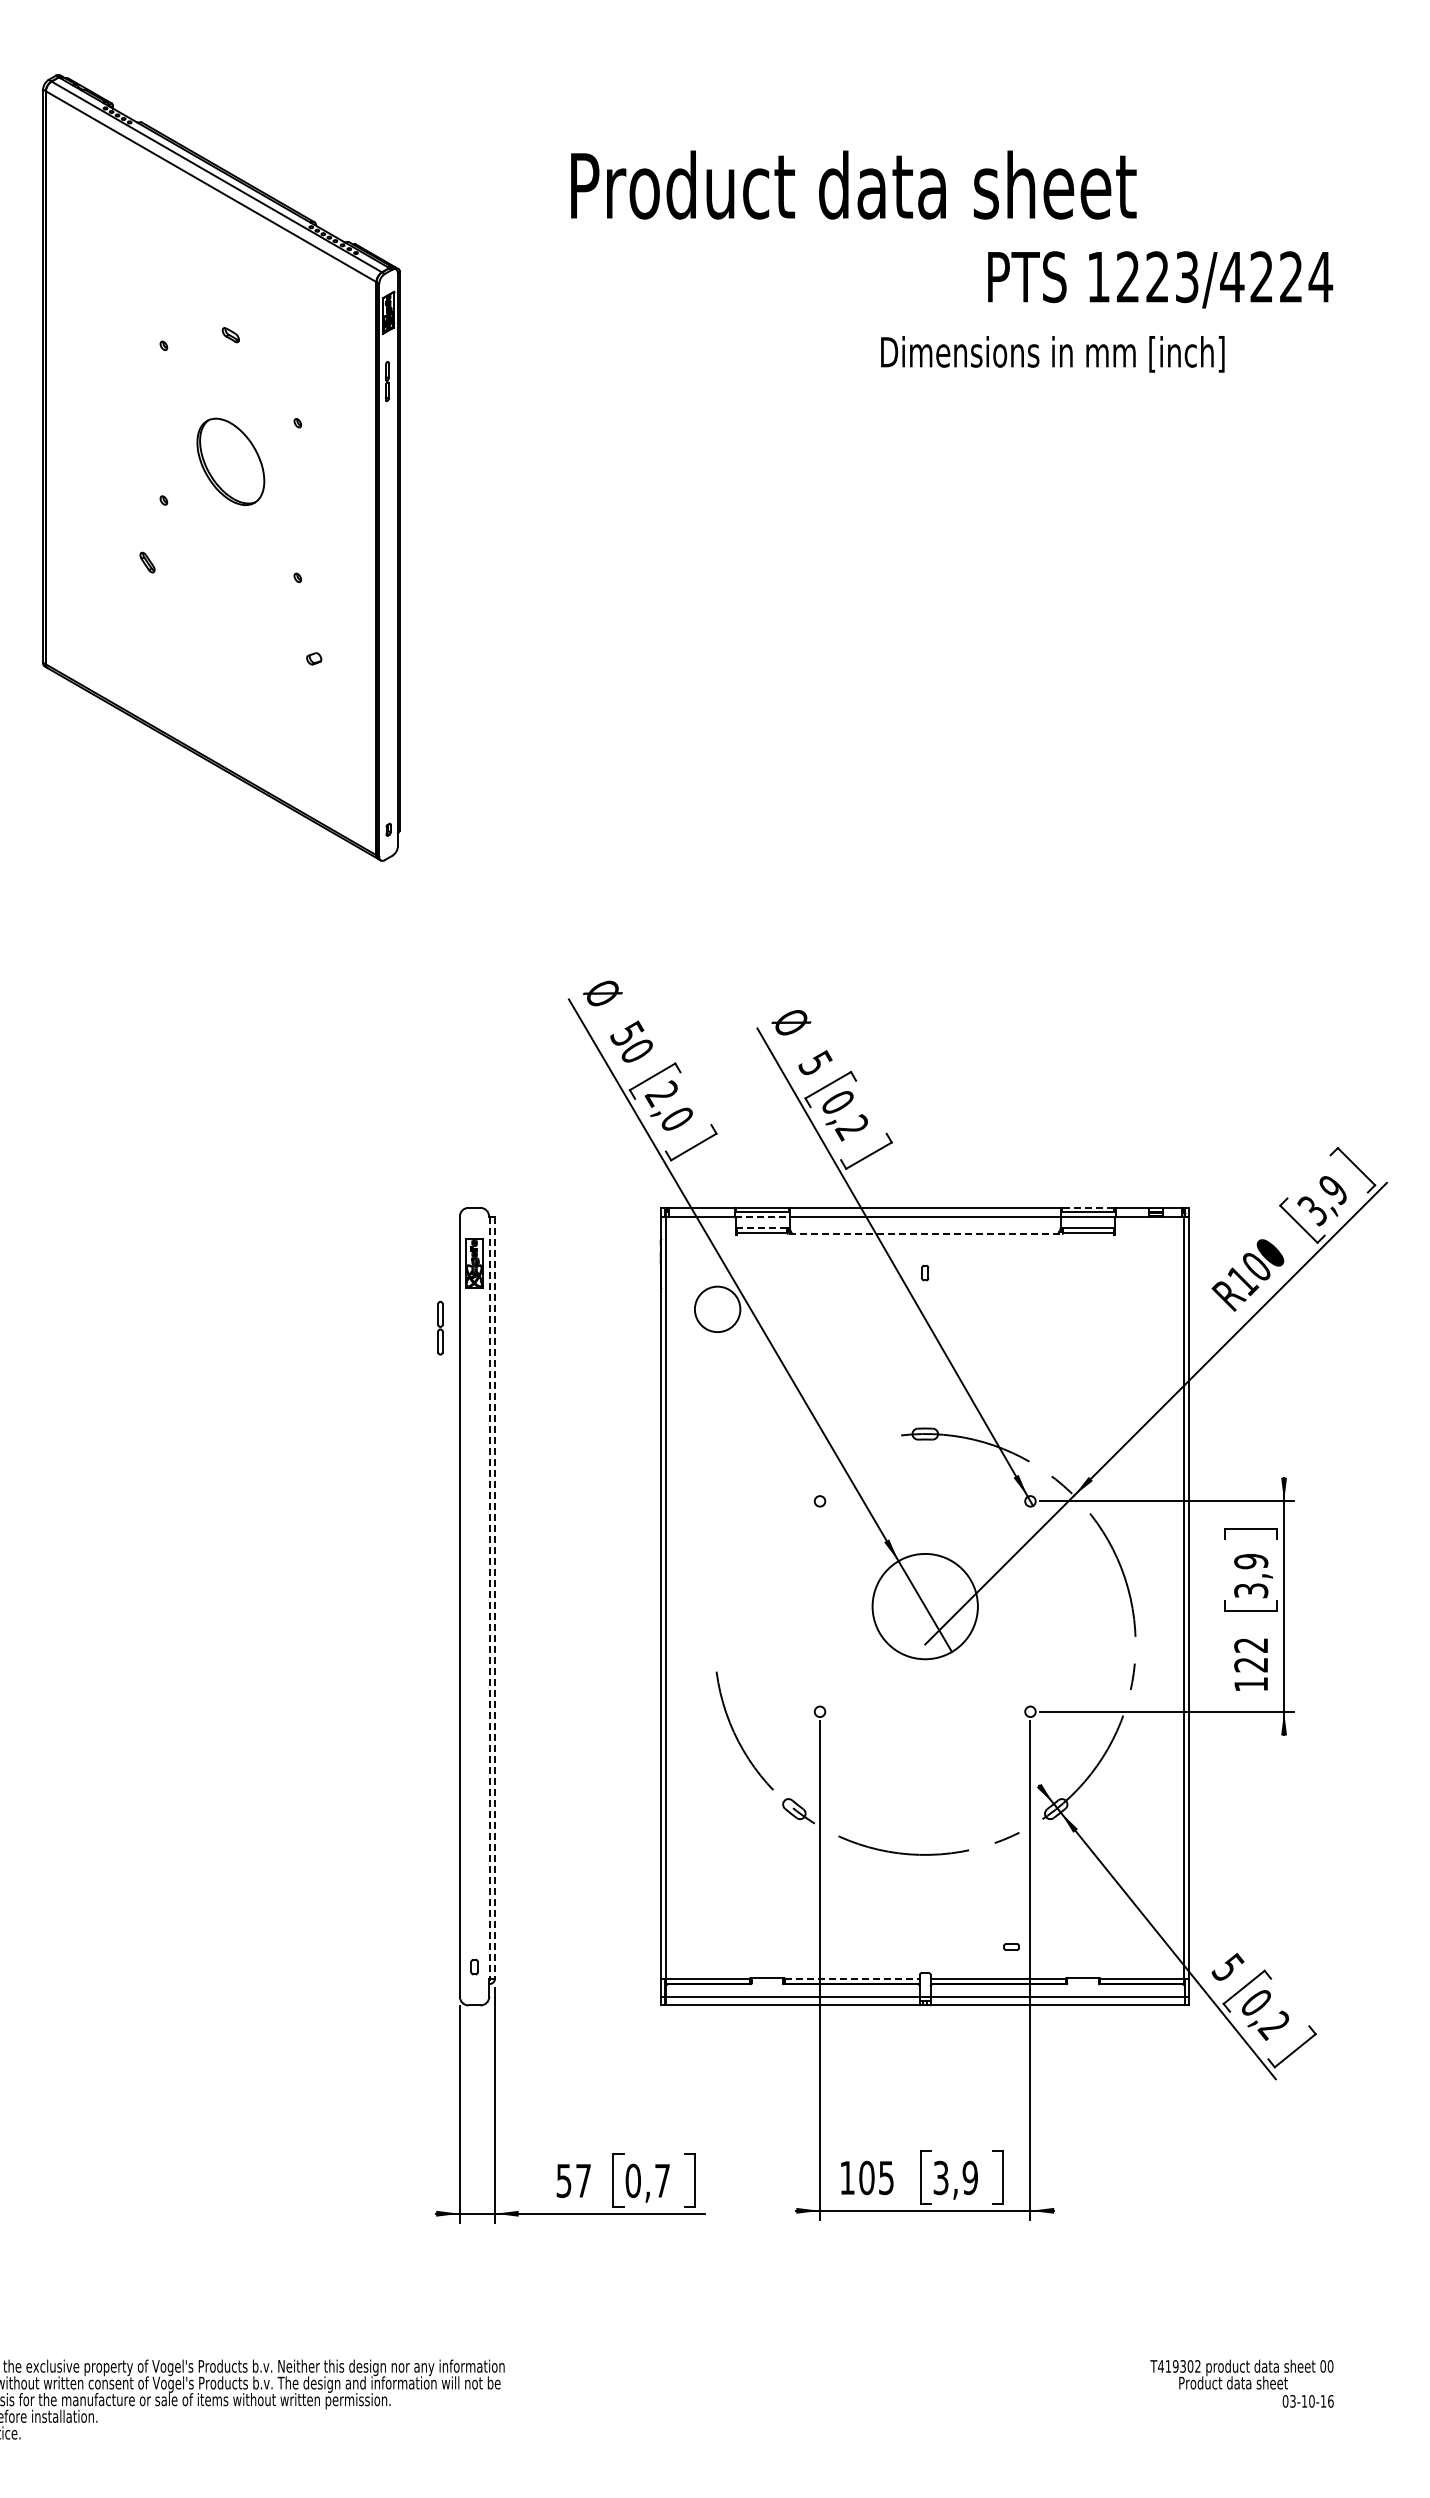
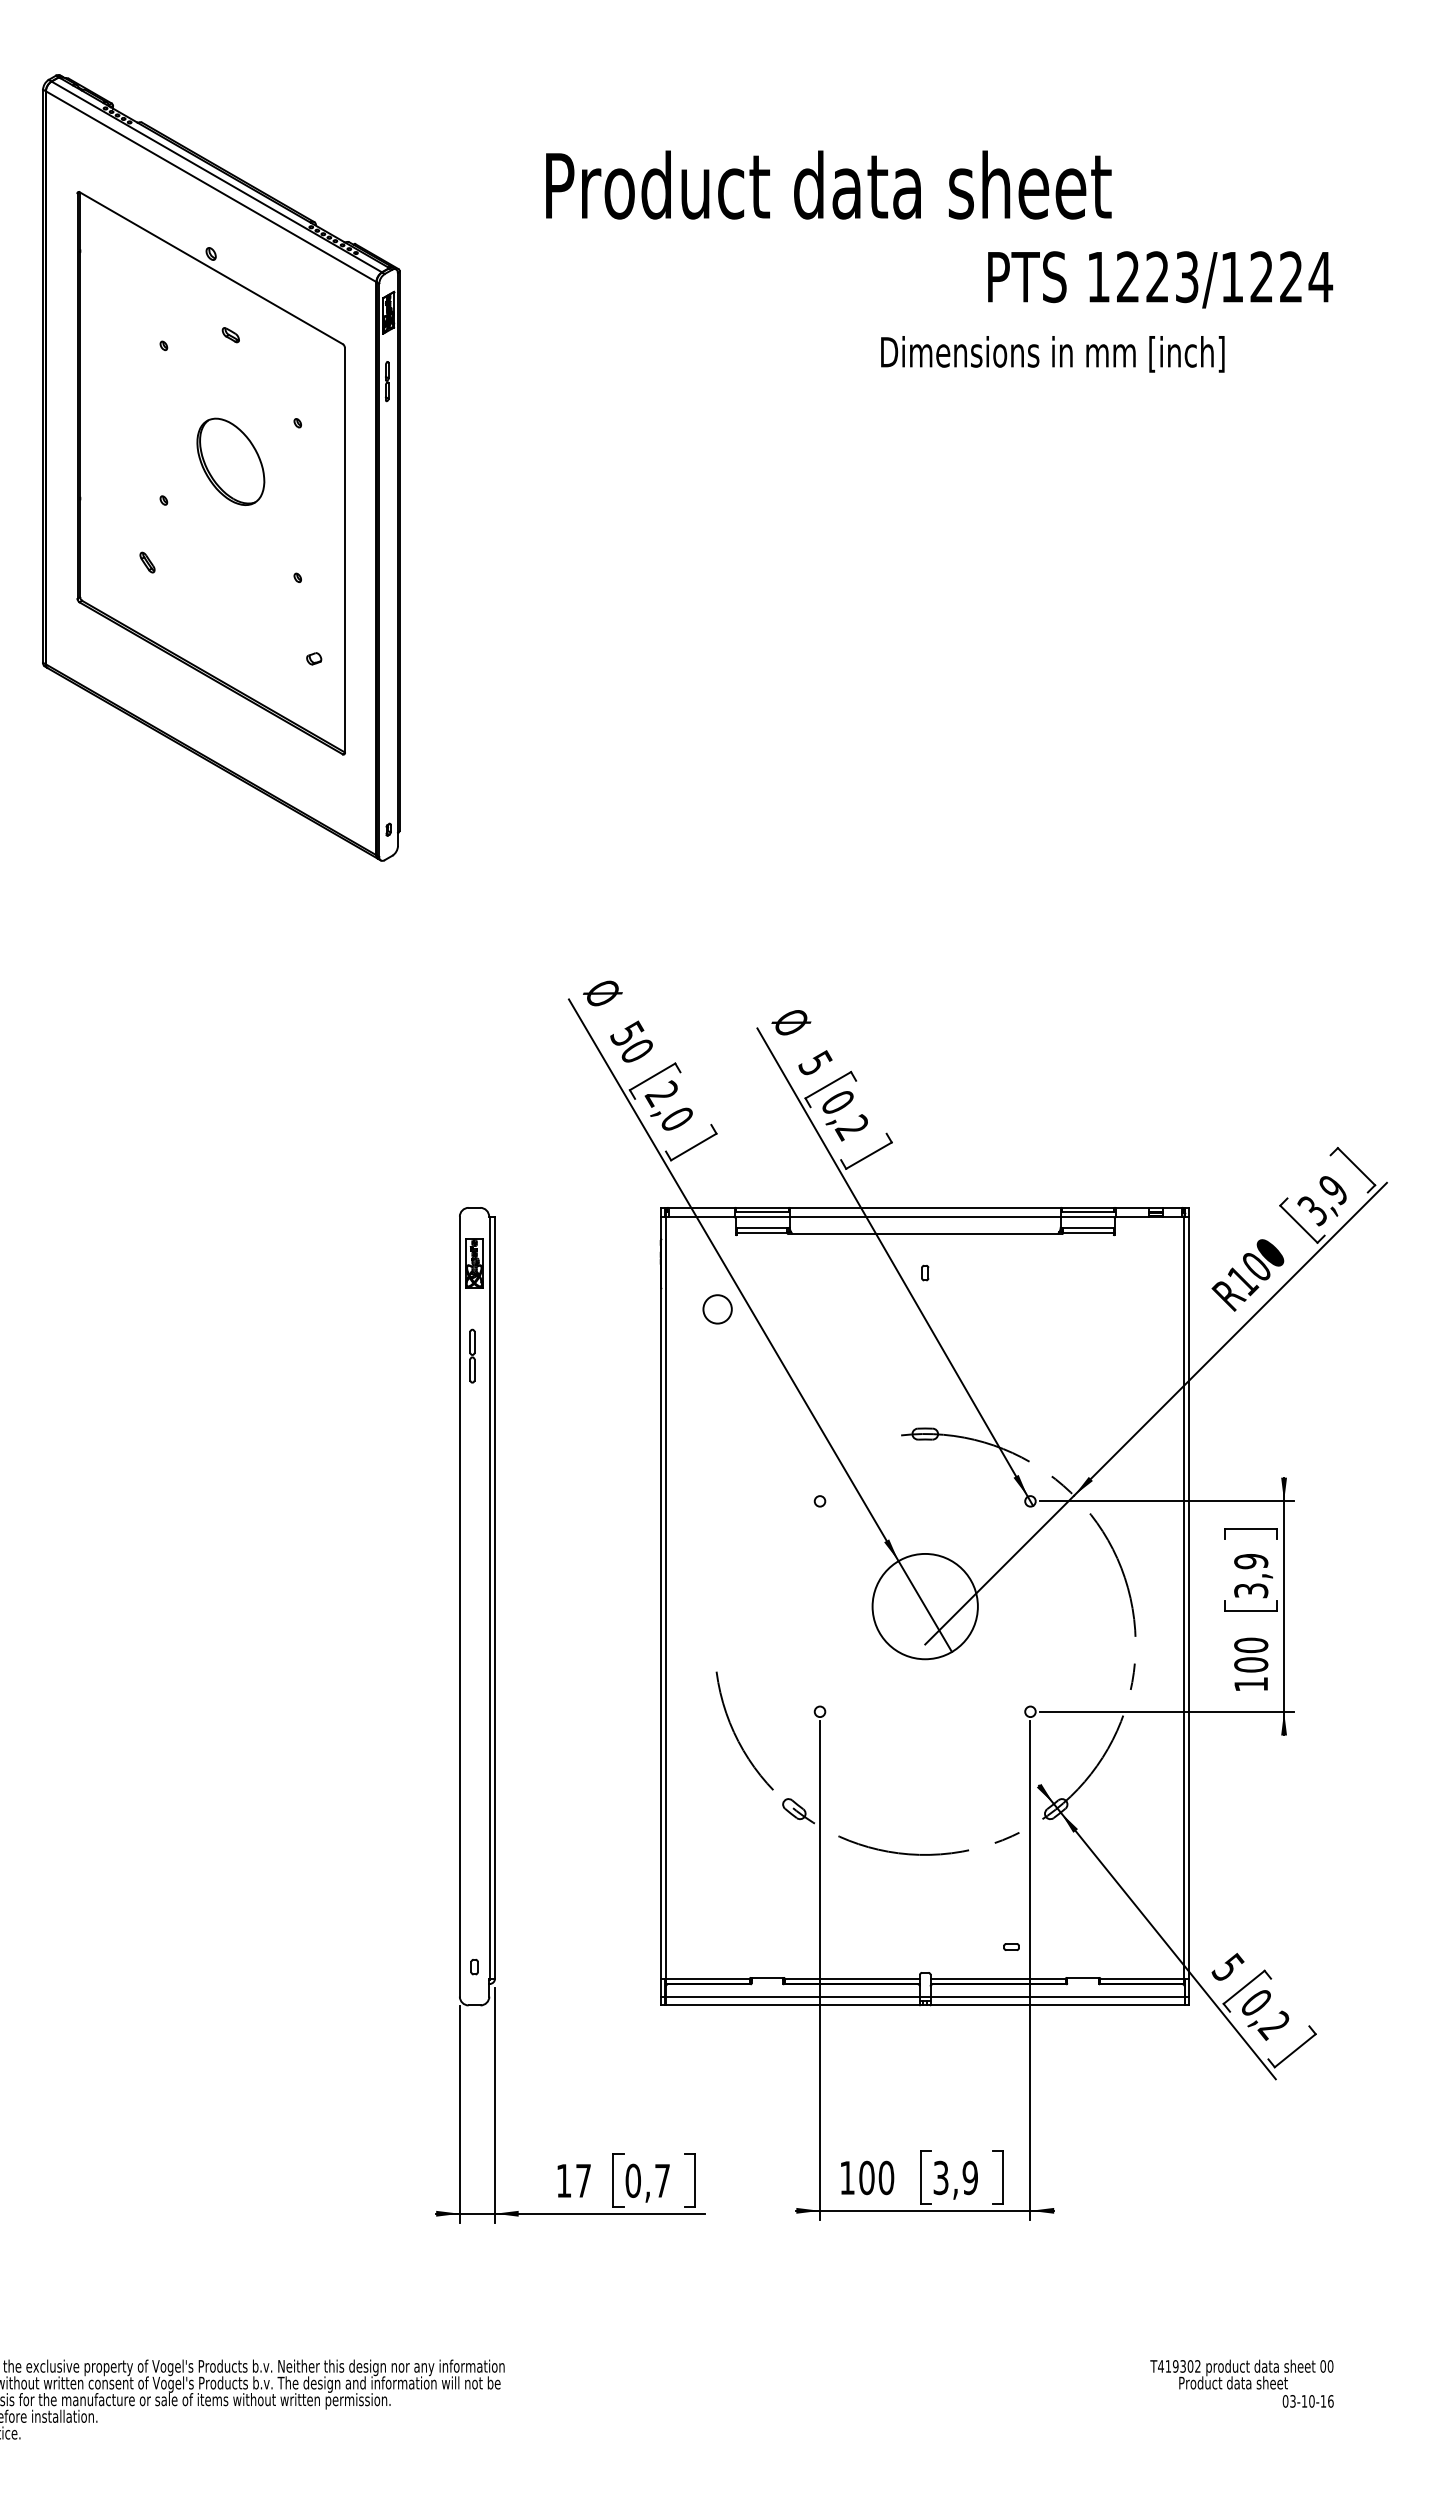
text at (853, 184) position: (853, 184) -> (828, 184)
text at (1232, 277): 1223/4224 -> 1223/1224
part at (210, 473): none -> present
line at (1087, 1207): dashed -> solid
line at (762, 1216): dashed -> solid
line at (761, 1227): dashed -> solid
line at (925, 1234): dashed -> solid
circle at (717, 1309) diameter: 45 px -> 28 px
part at (440, 1327) position: (440, 1327) -> (472, 1355)
line at (489, 1598): dashed -> solid
line at (495, 1598): dashed -> solid
text at (1251, 1654): 122 -> 100
line at (852, 1978): dashed -> solid
text at (886, 2177): 105 -> 100
text at (563, 2181): 57 -> 17
